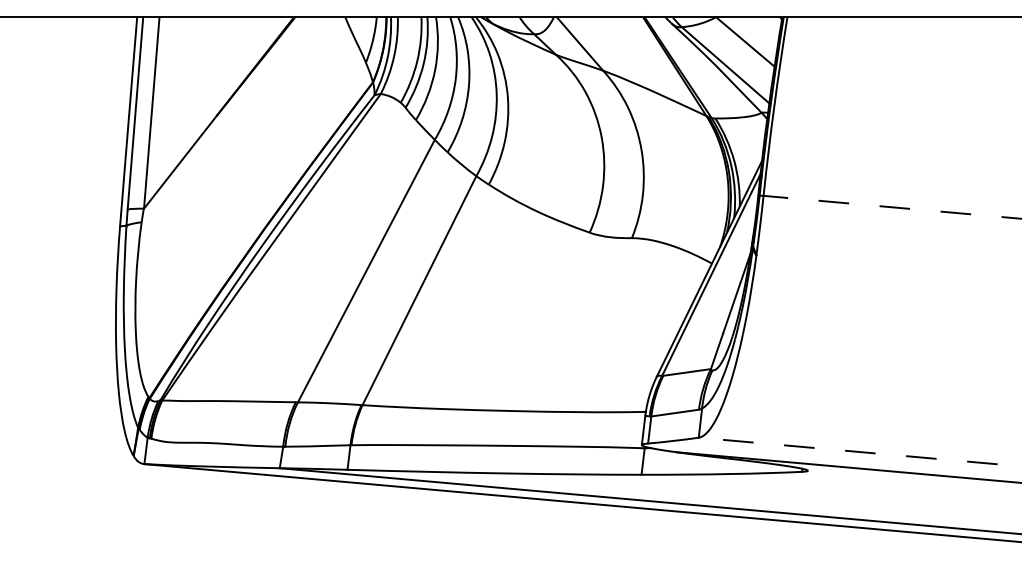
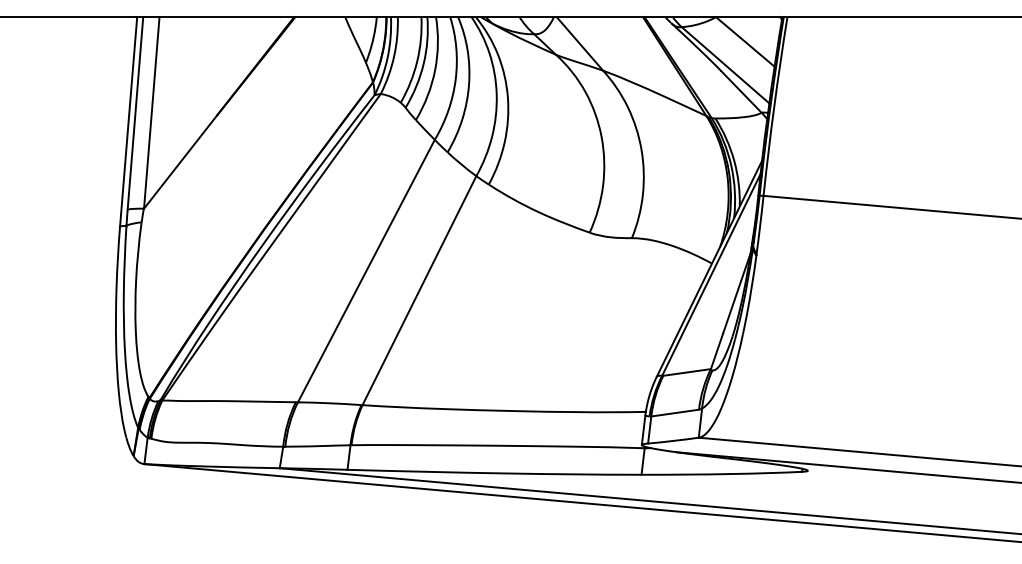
line at (891, 207): dashed -> solid
line at (859, 452): dashed -> solid
